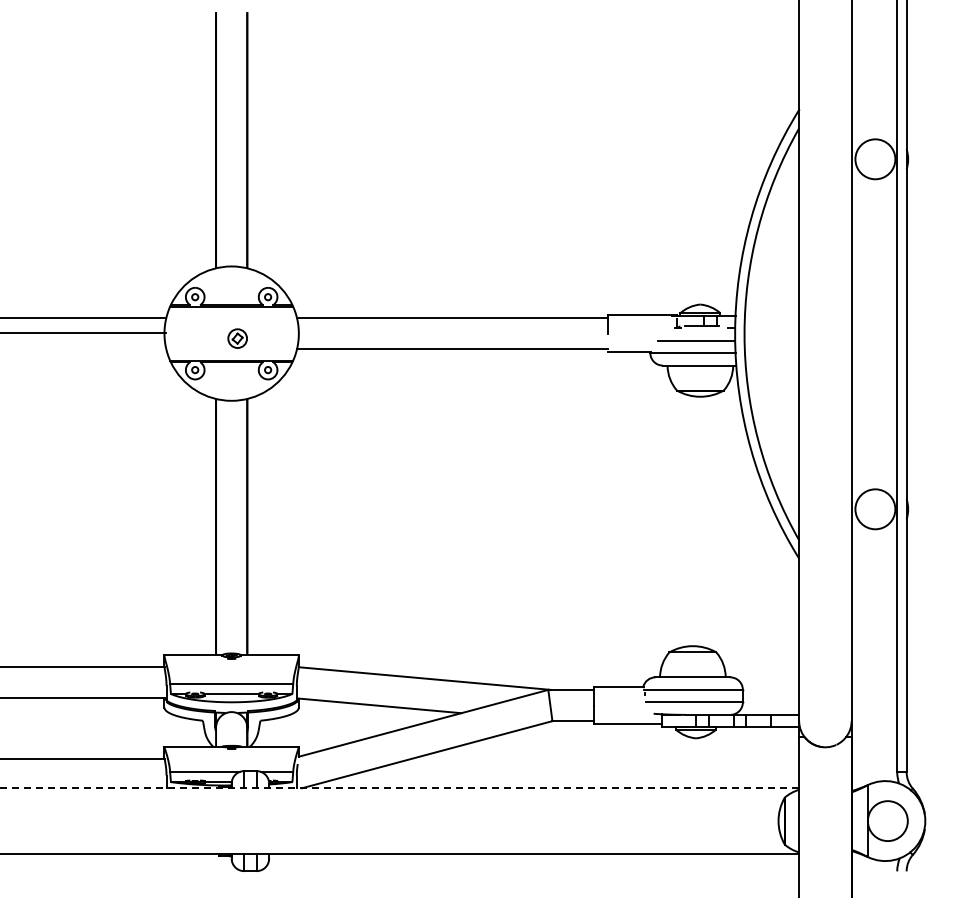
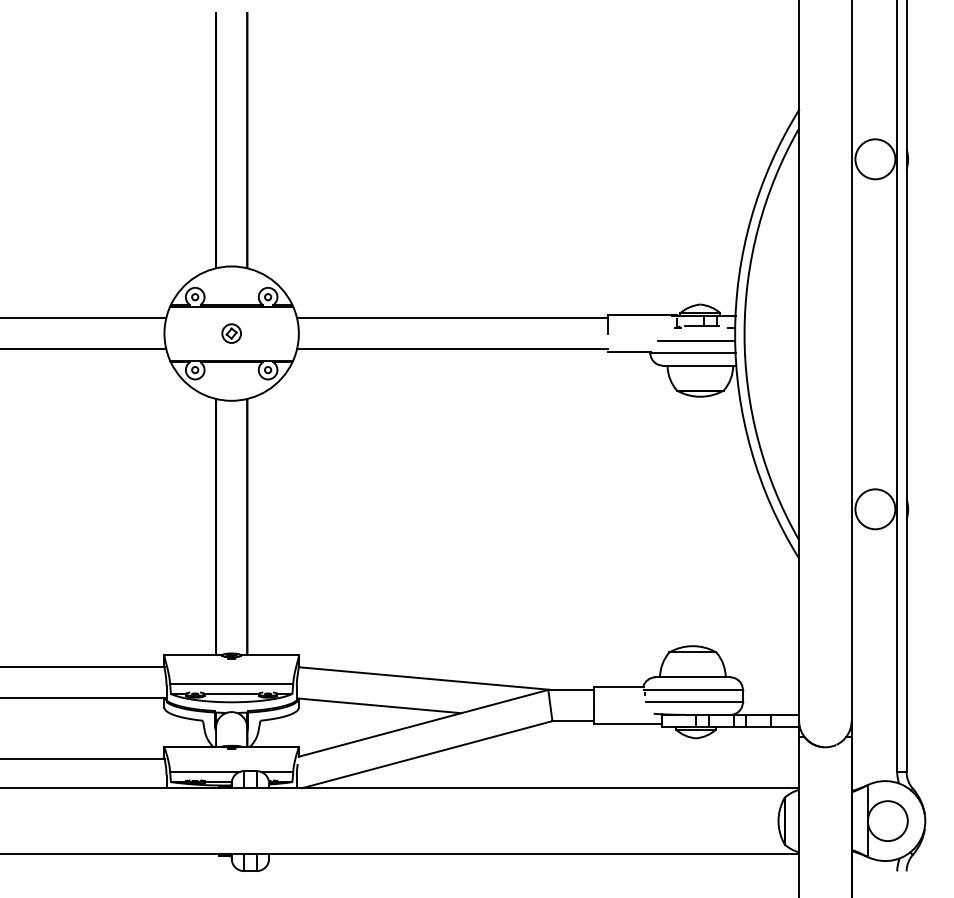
line at (84, 333) position: (84, 333) -> (84, 349)
part at (237, 338) position: (237, 338) -> (231, 333)
line at (399, 788): dashed -> solid
